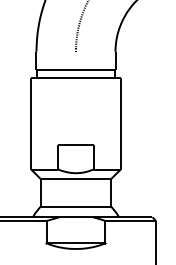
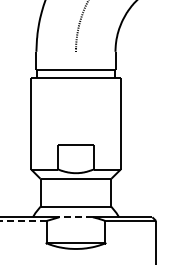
line at (76, 217): solid -> dashed
line at (23, 221): solid -> dashed
